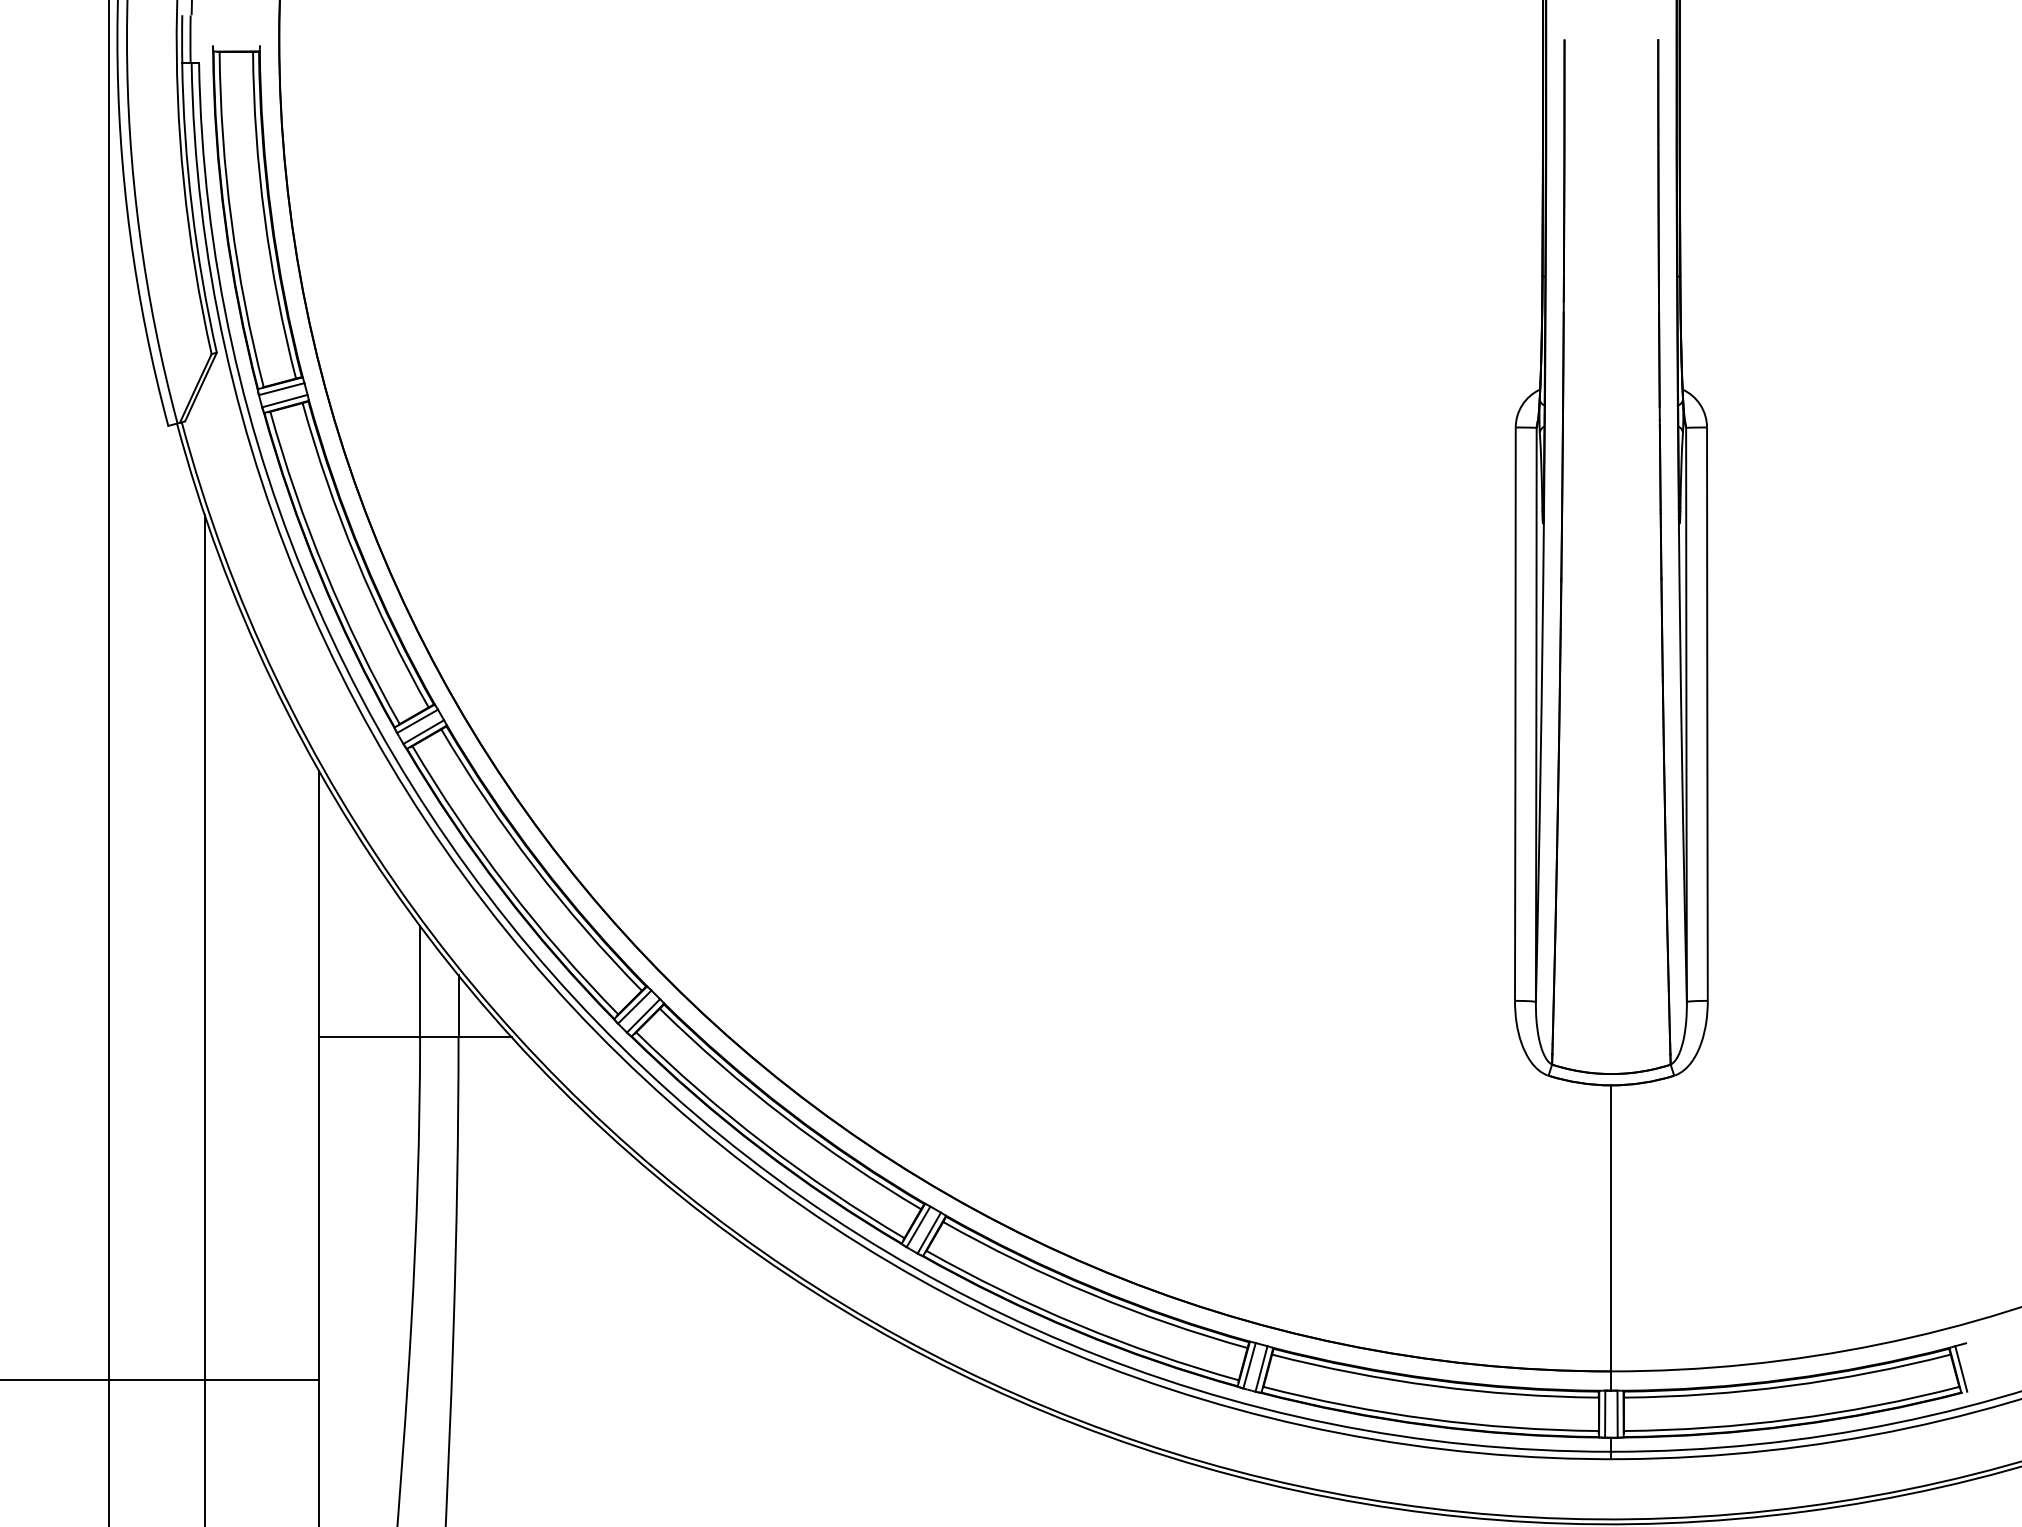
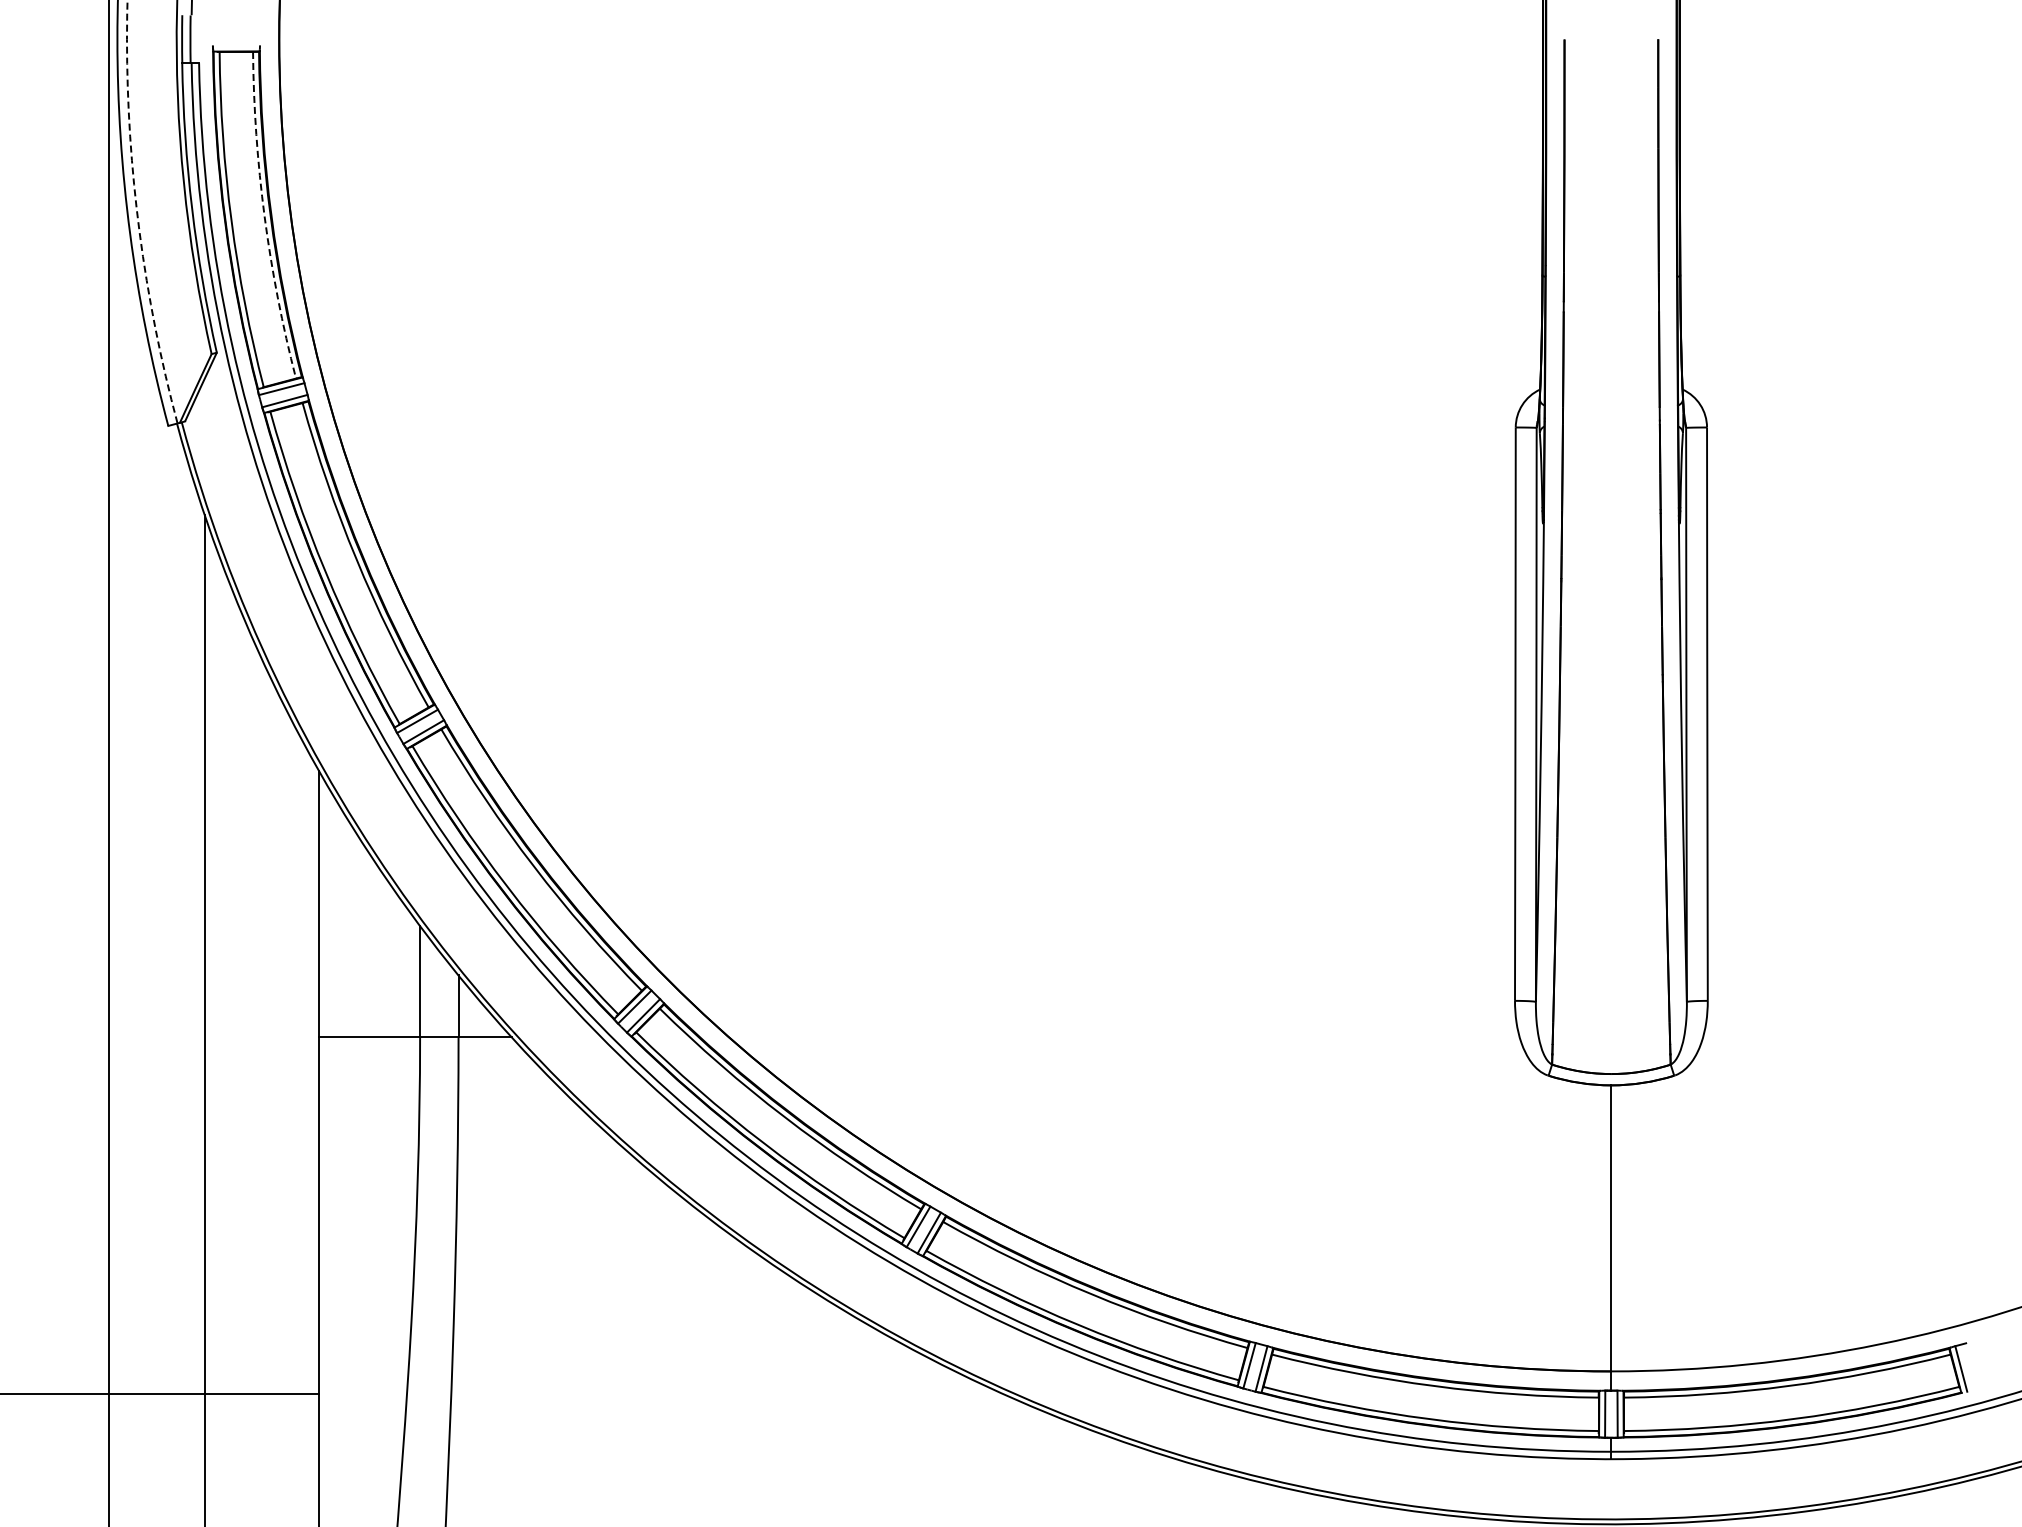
arc at (137, 215): solid -> dashed
arc at (264, 216): solid -> dashed
line at (160, 1379) position: (160, 1379) -> (160, 1393)
